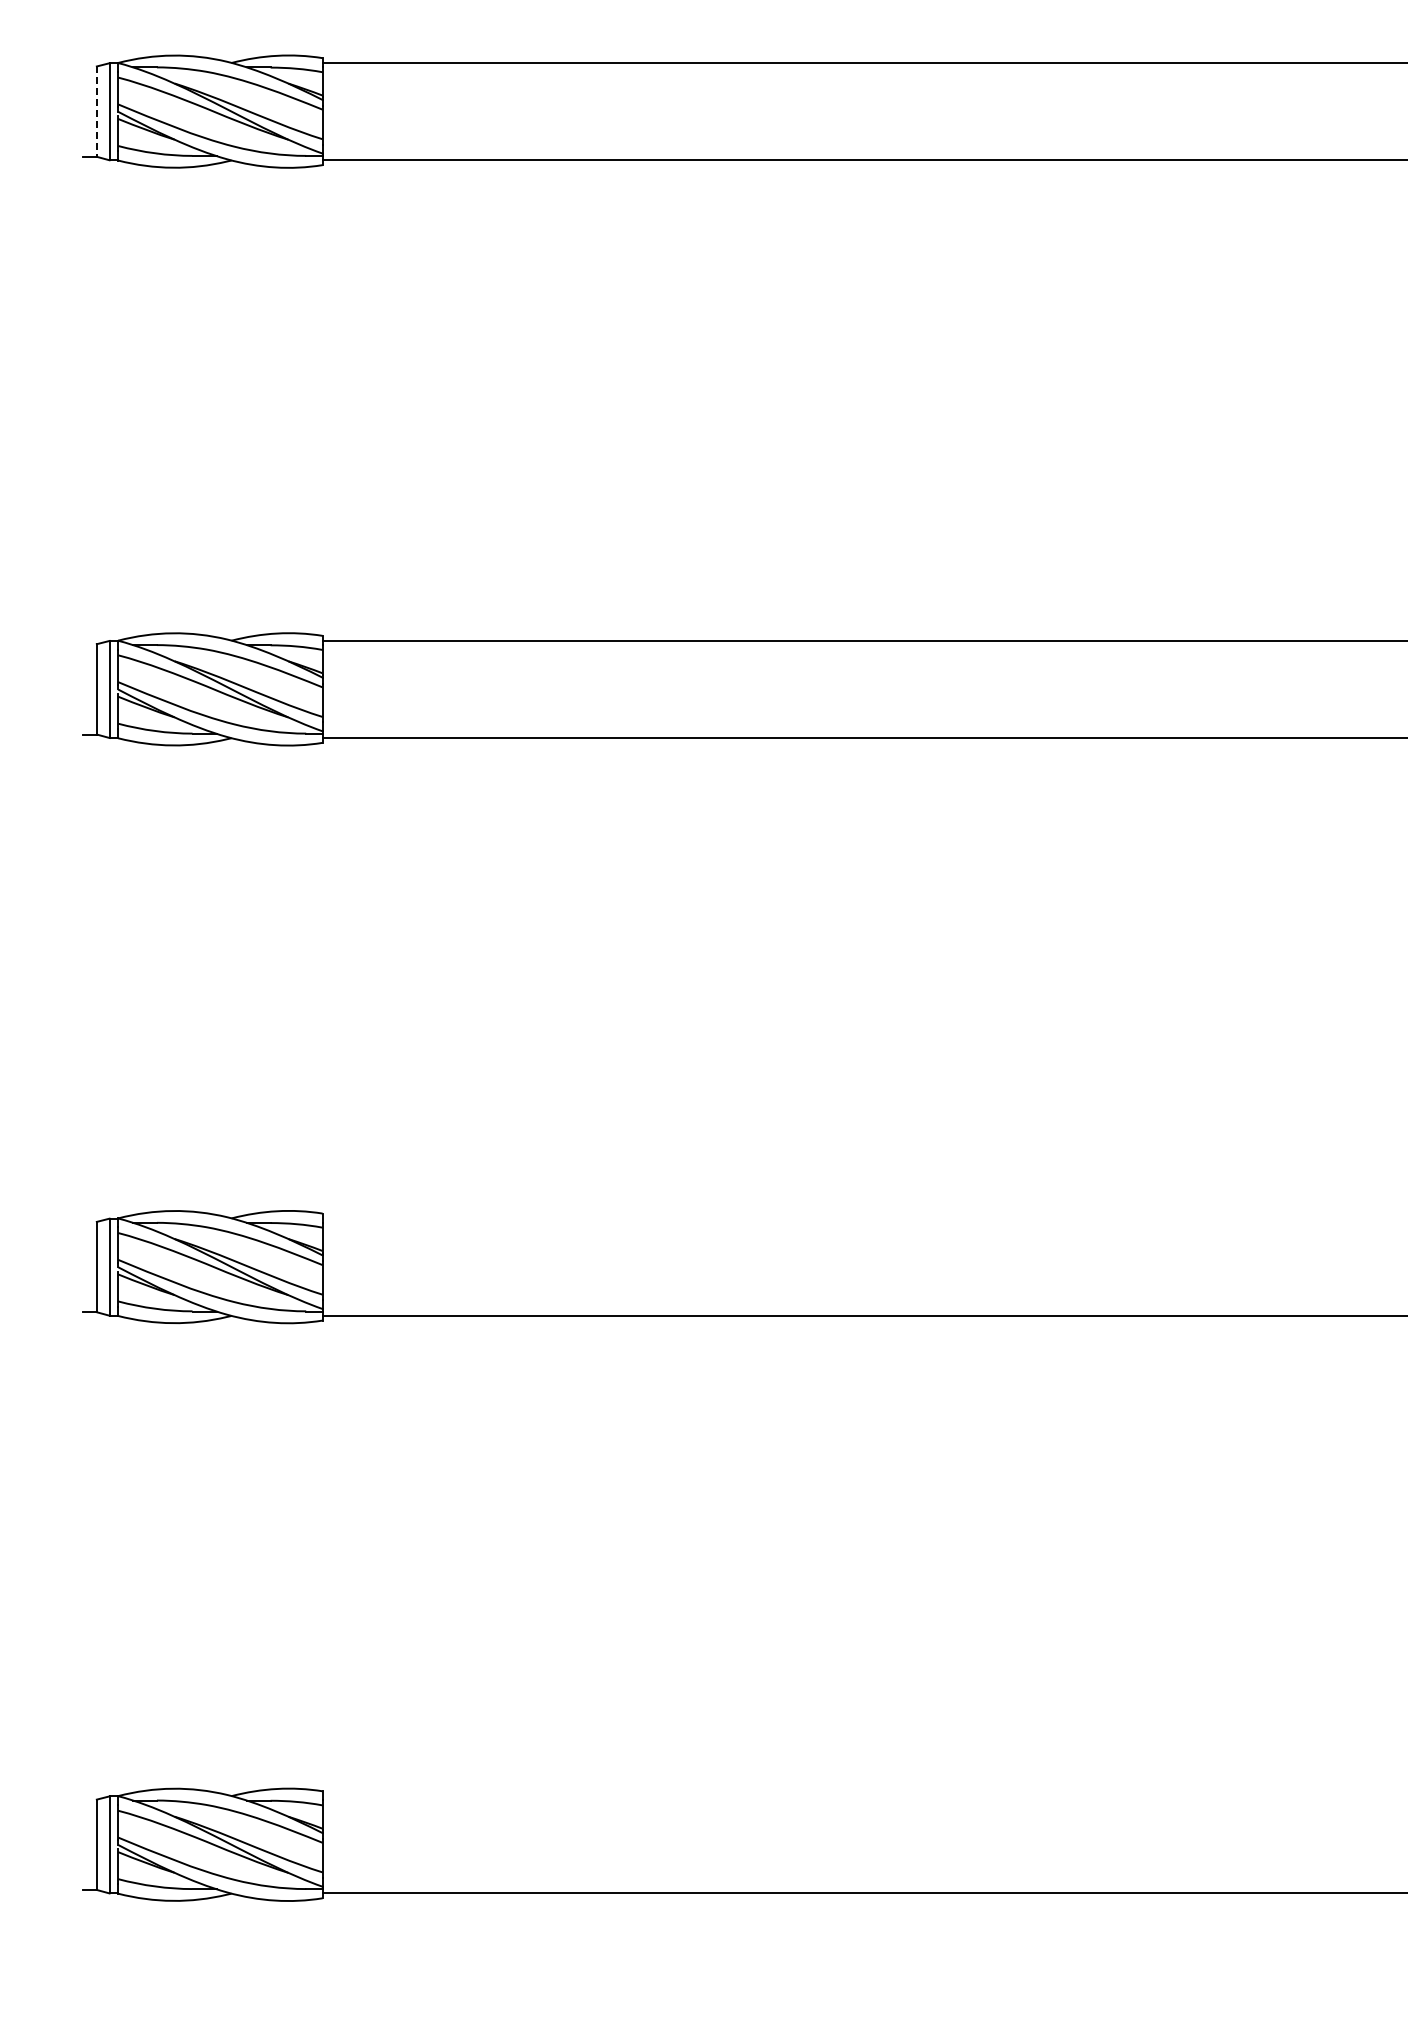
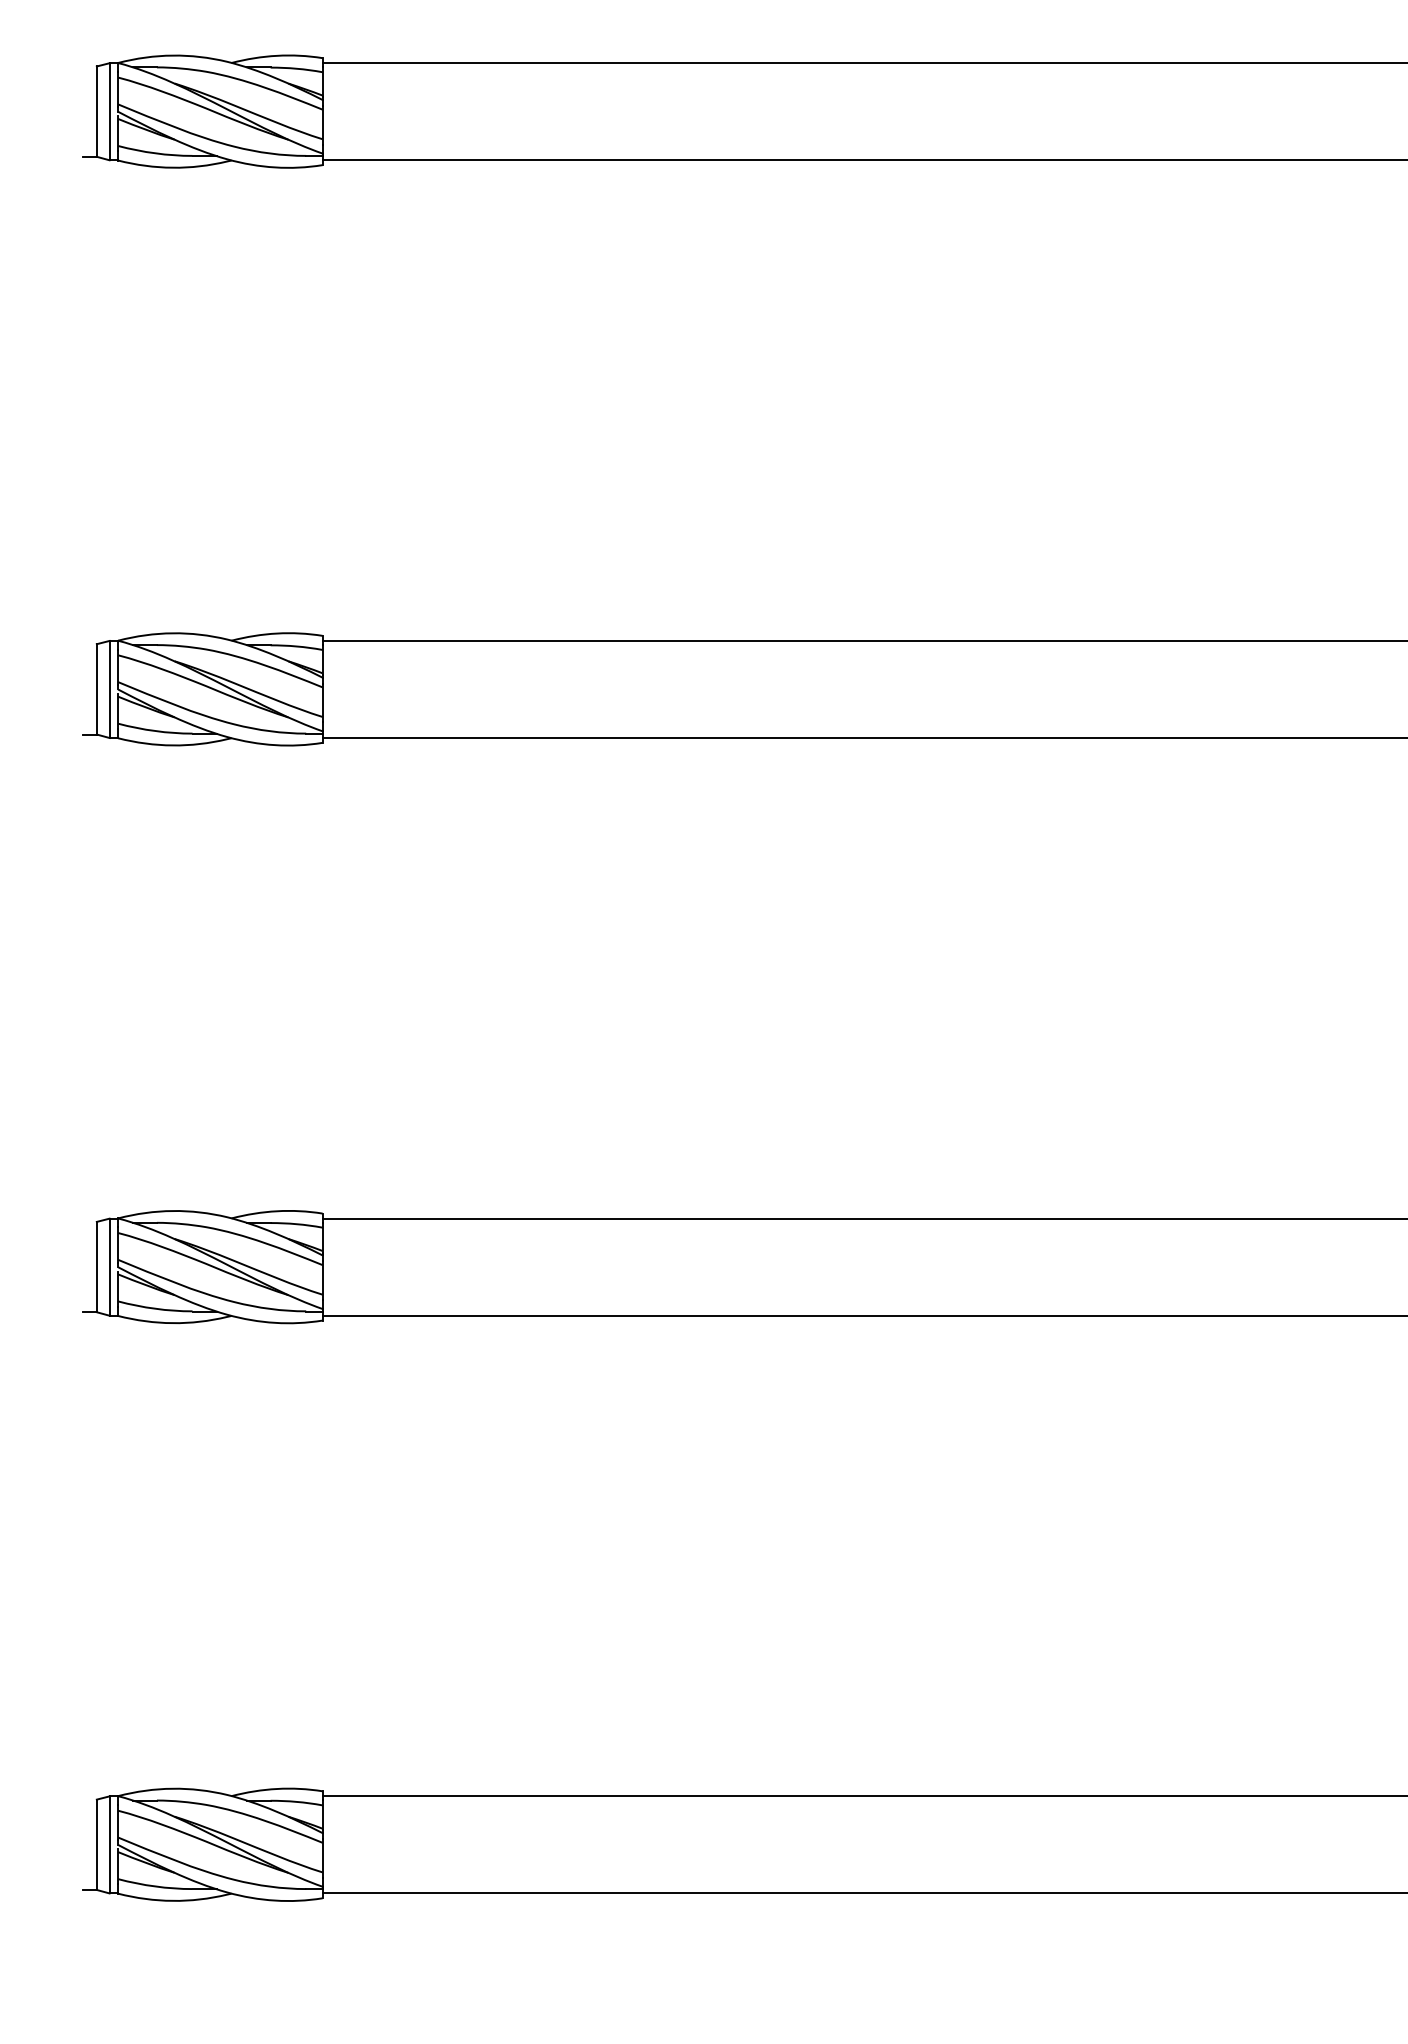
line at (96, 112): dashed -> solid
line at (863, 1218): none -> present
line at (863, 1796): none -> present
